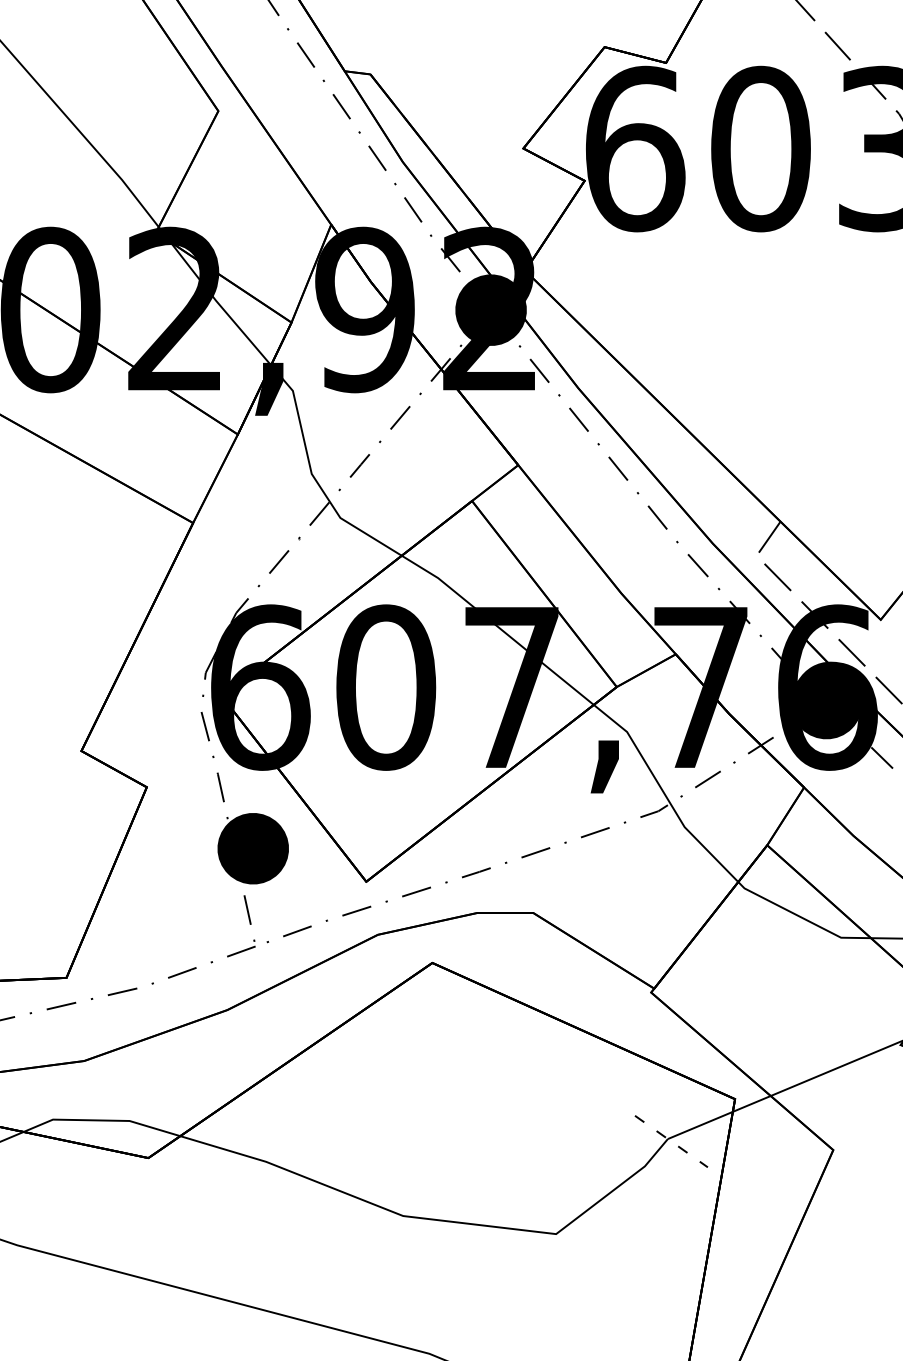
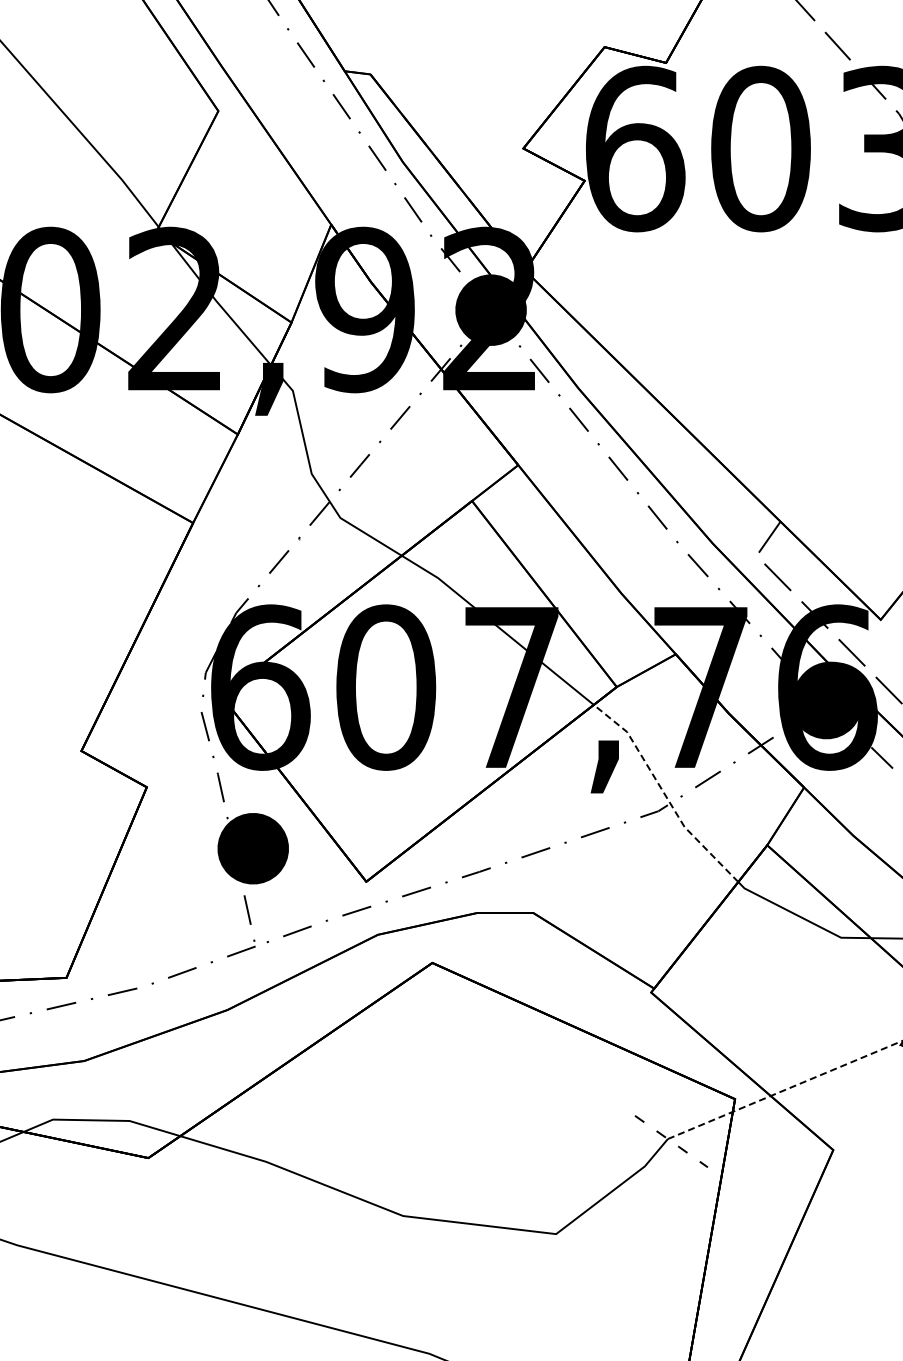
line at (664, 794): solid -> dashed
line at (785, 1090): solid -> dashed
